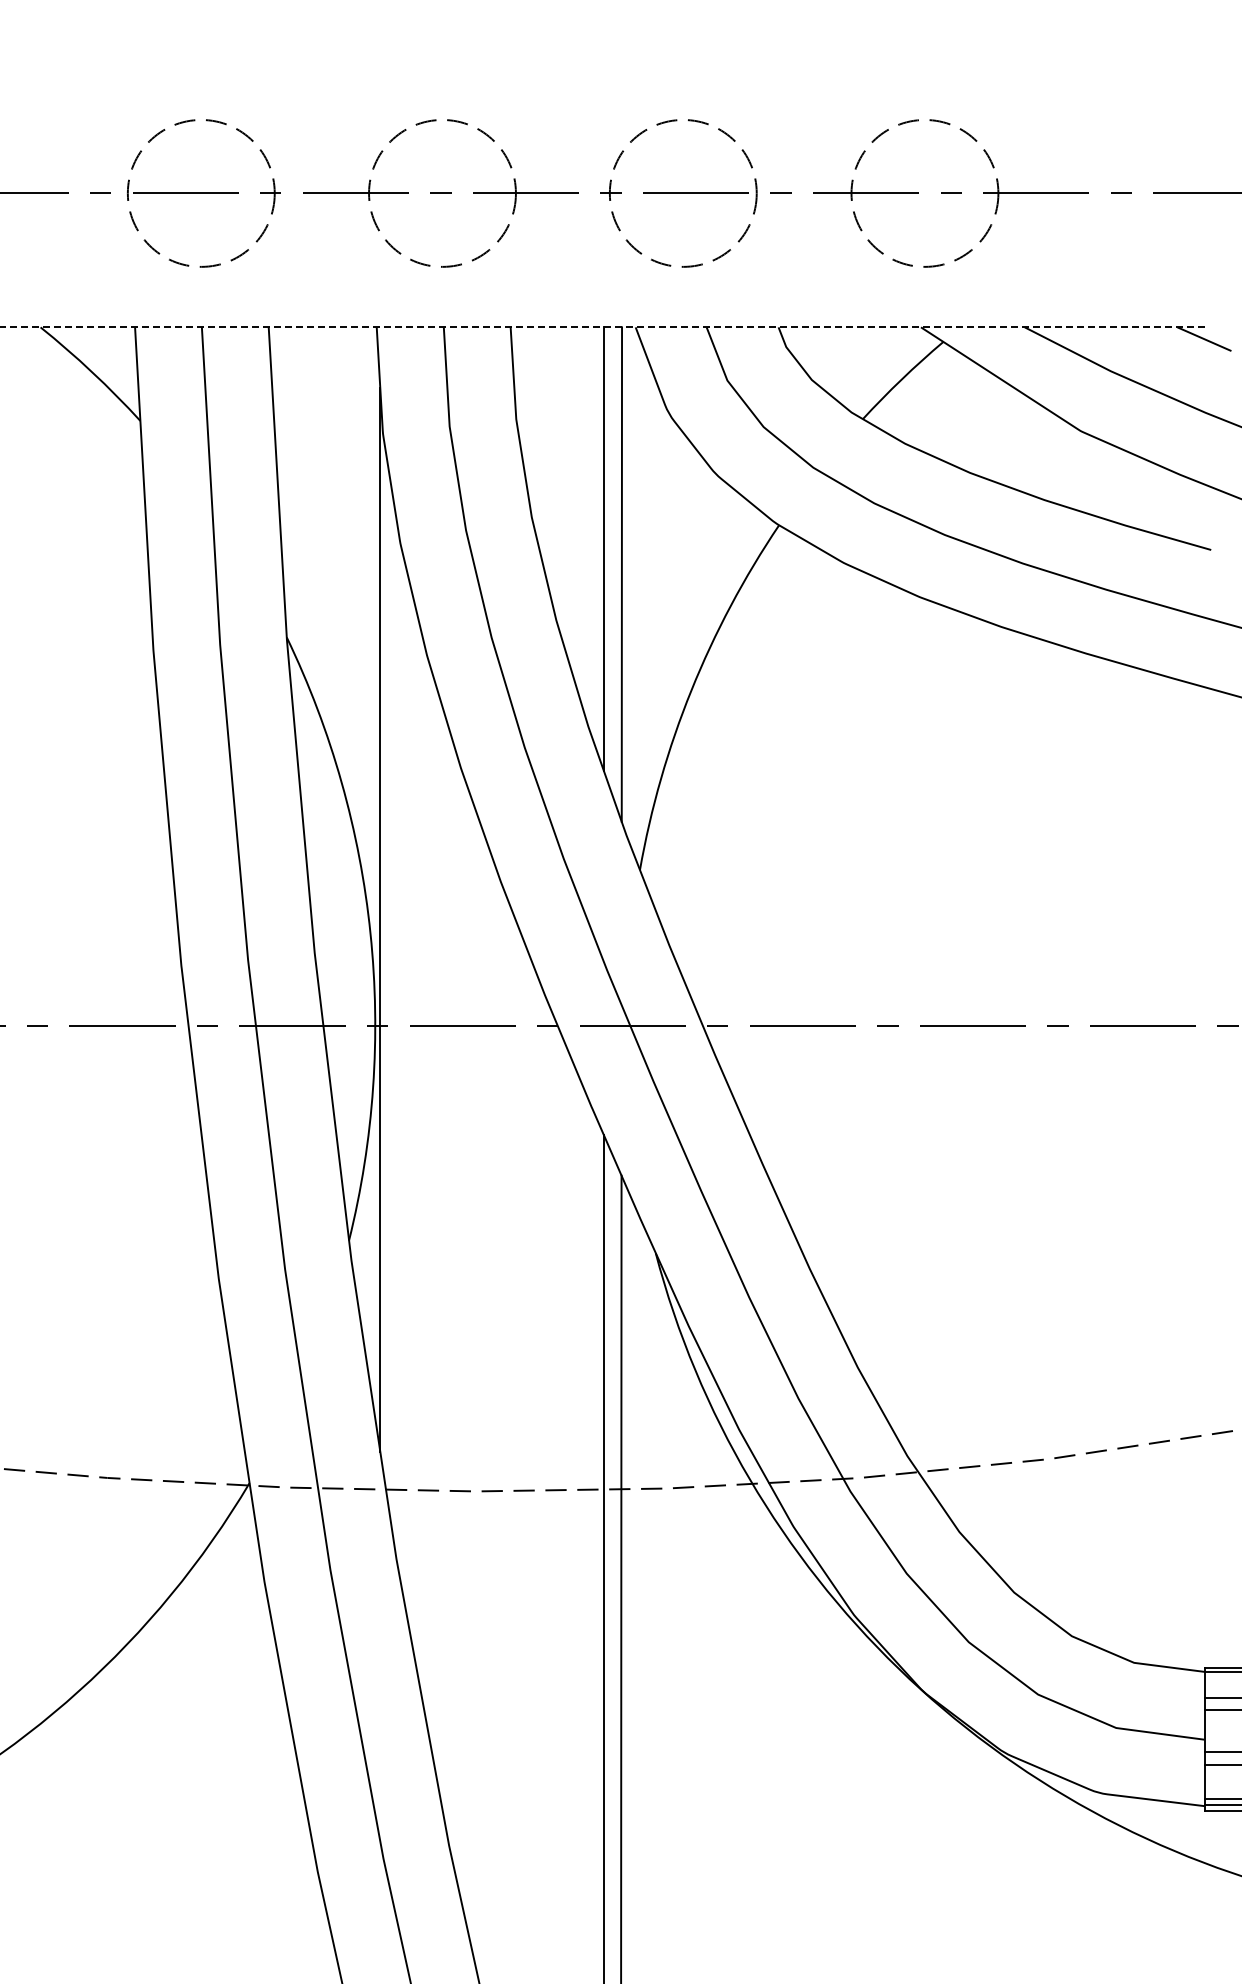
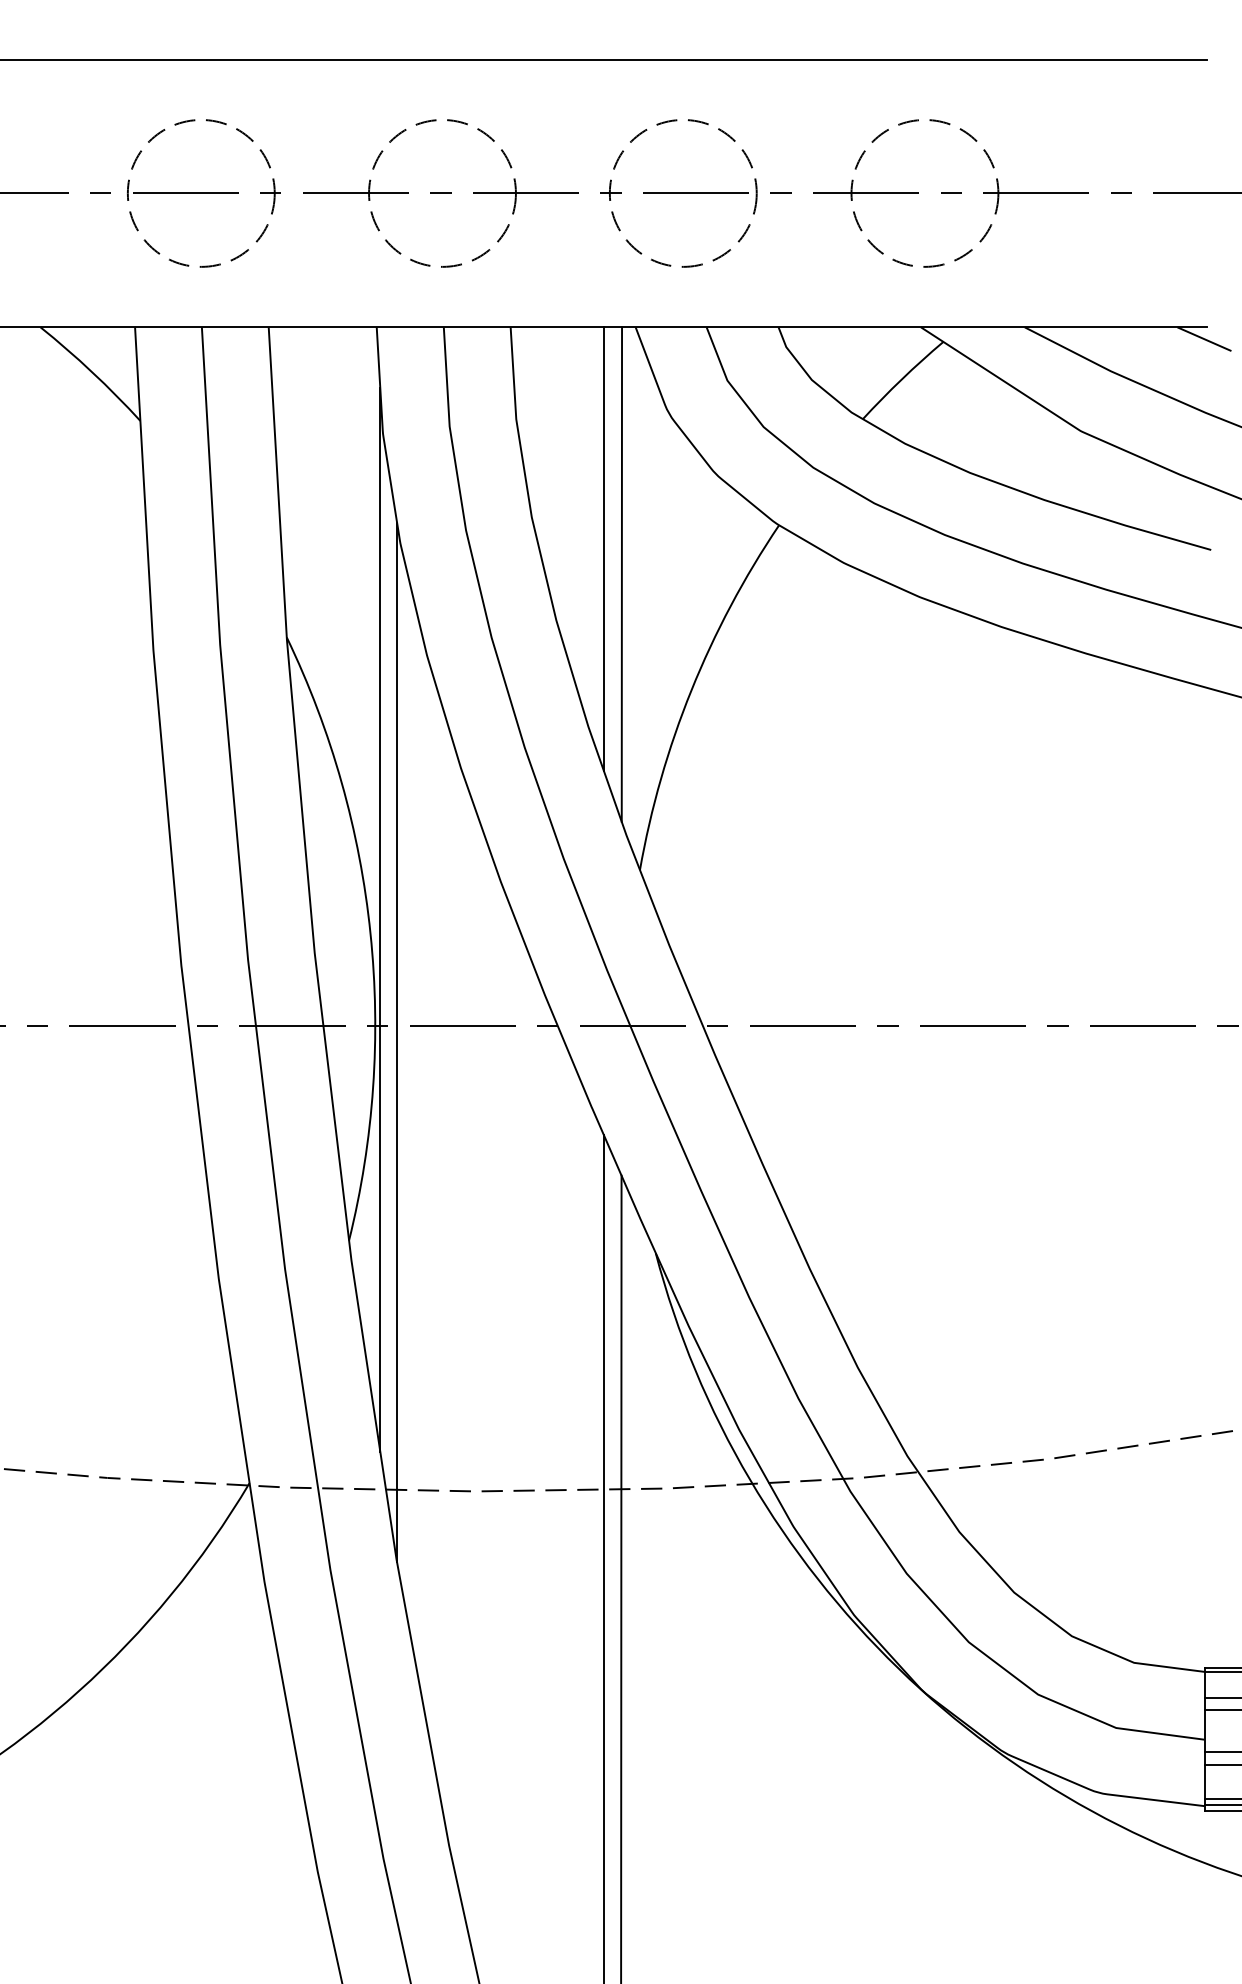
line at (604, 59): none -> present
line at (604, 327): dashed -> solid
line at (397, 1042): none -> present
